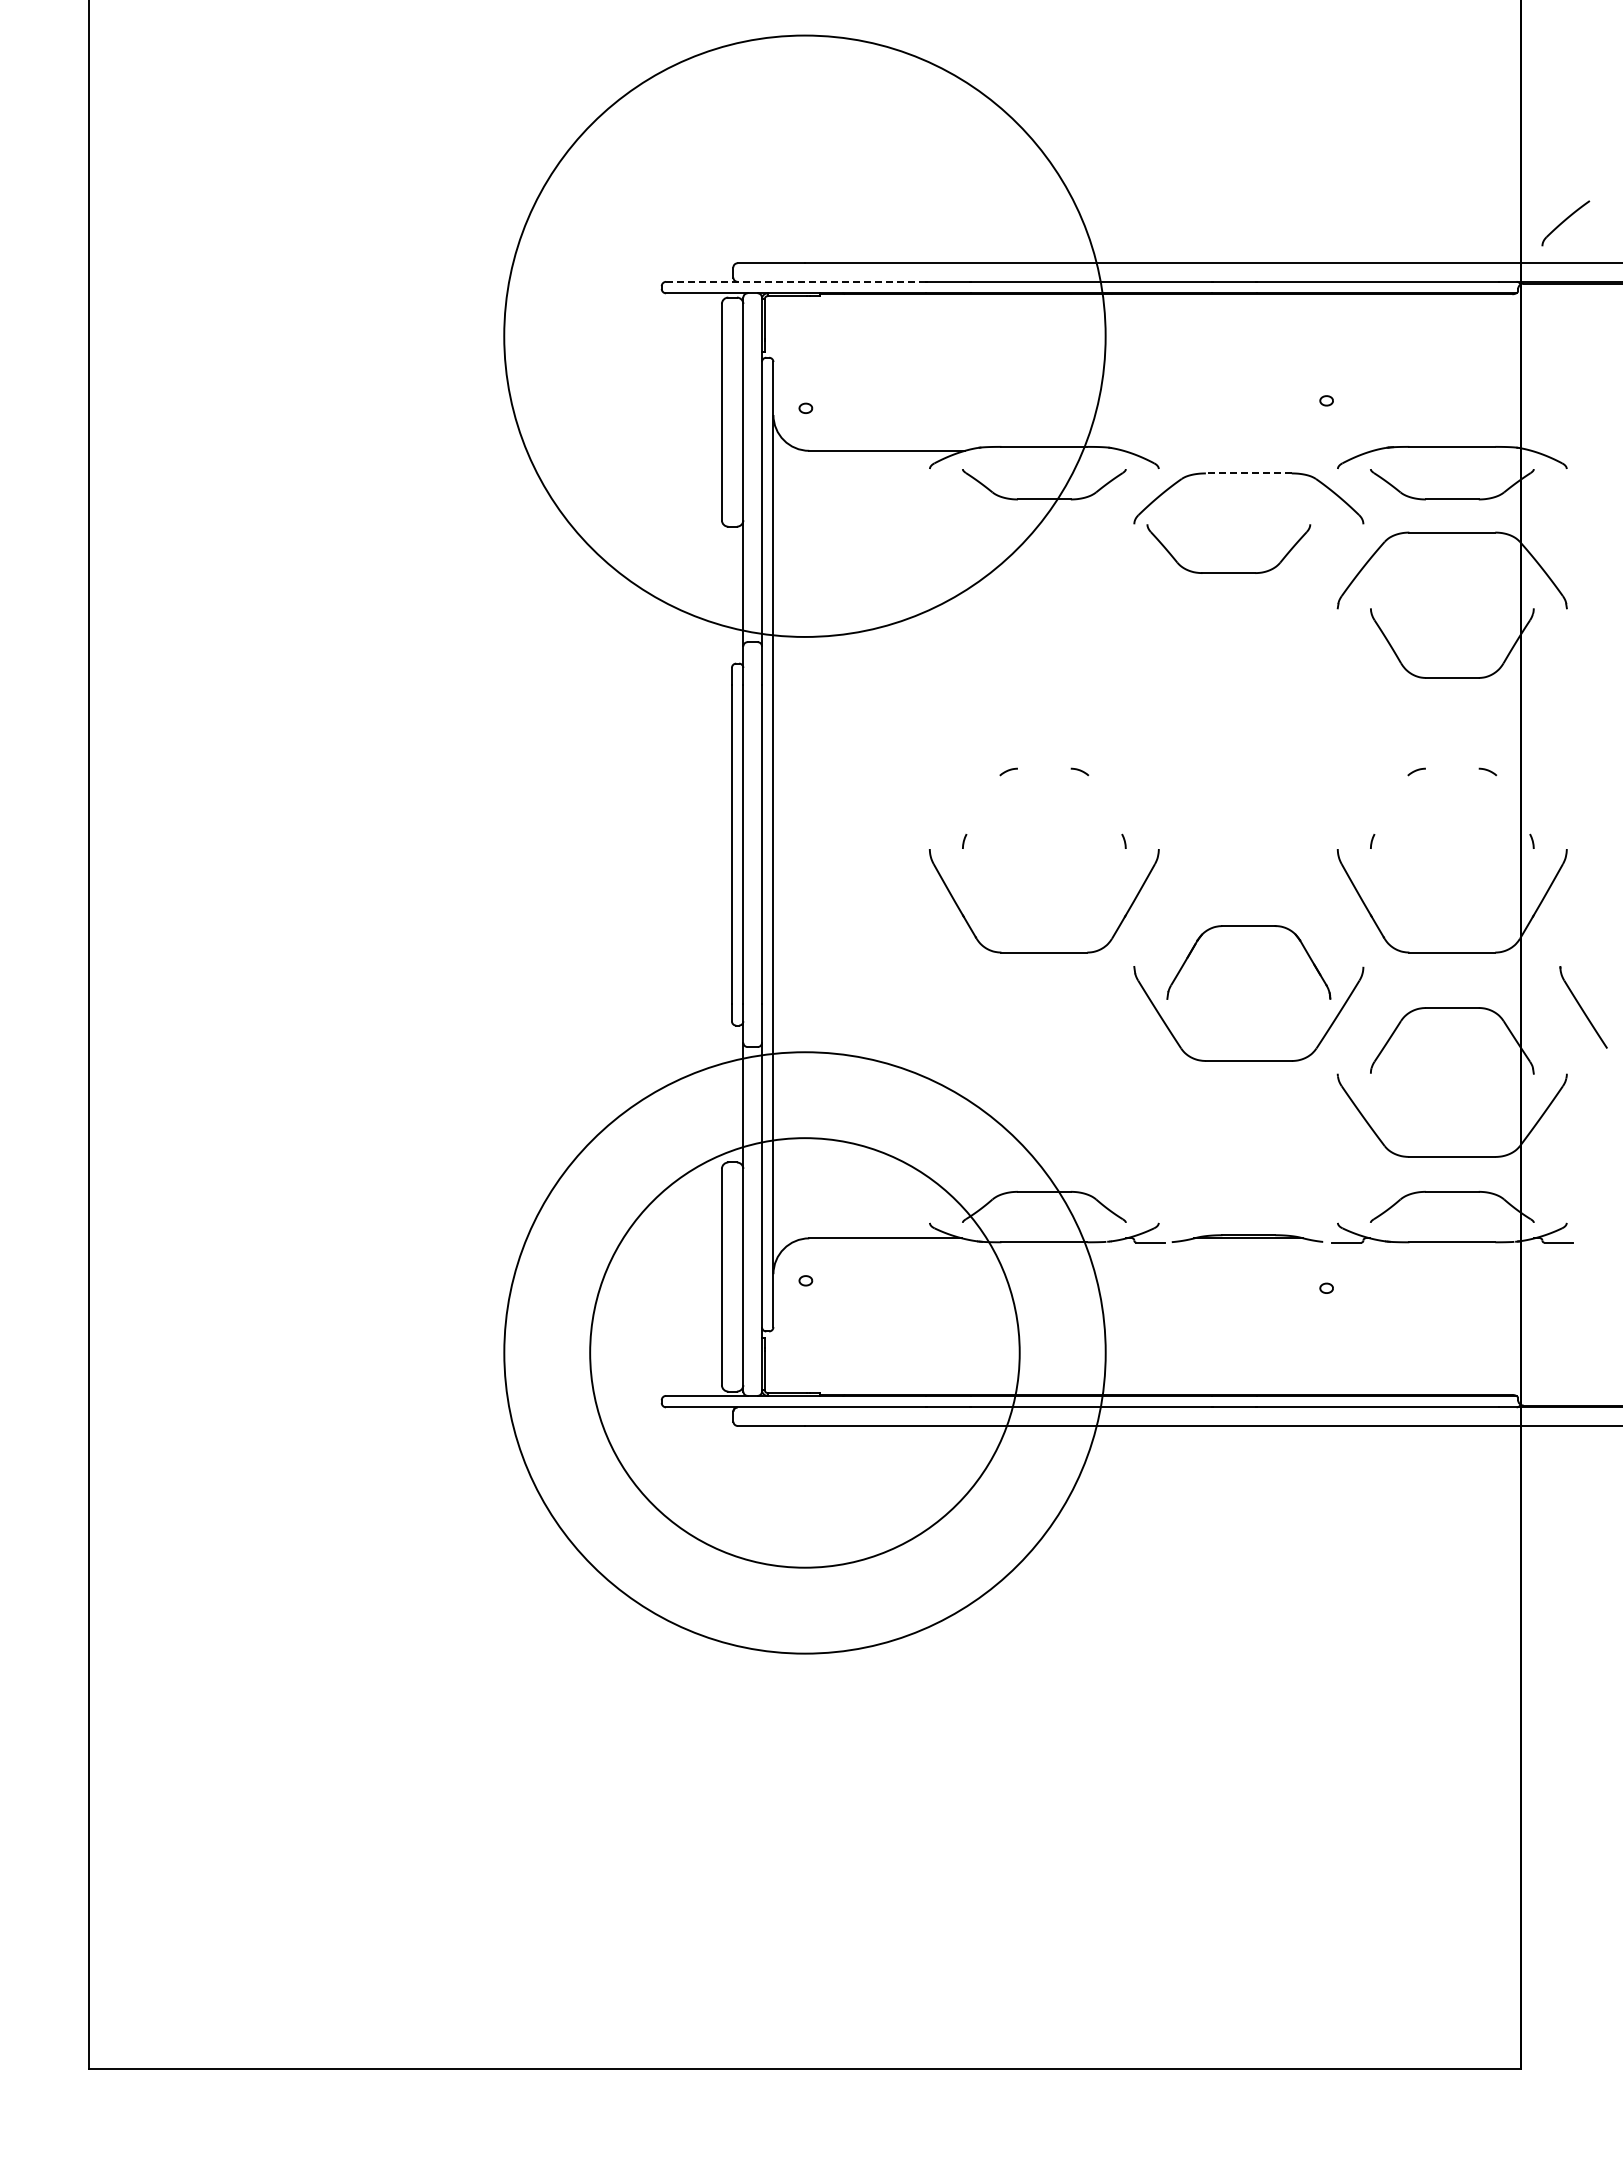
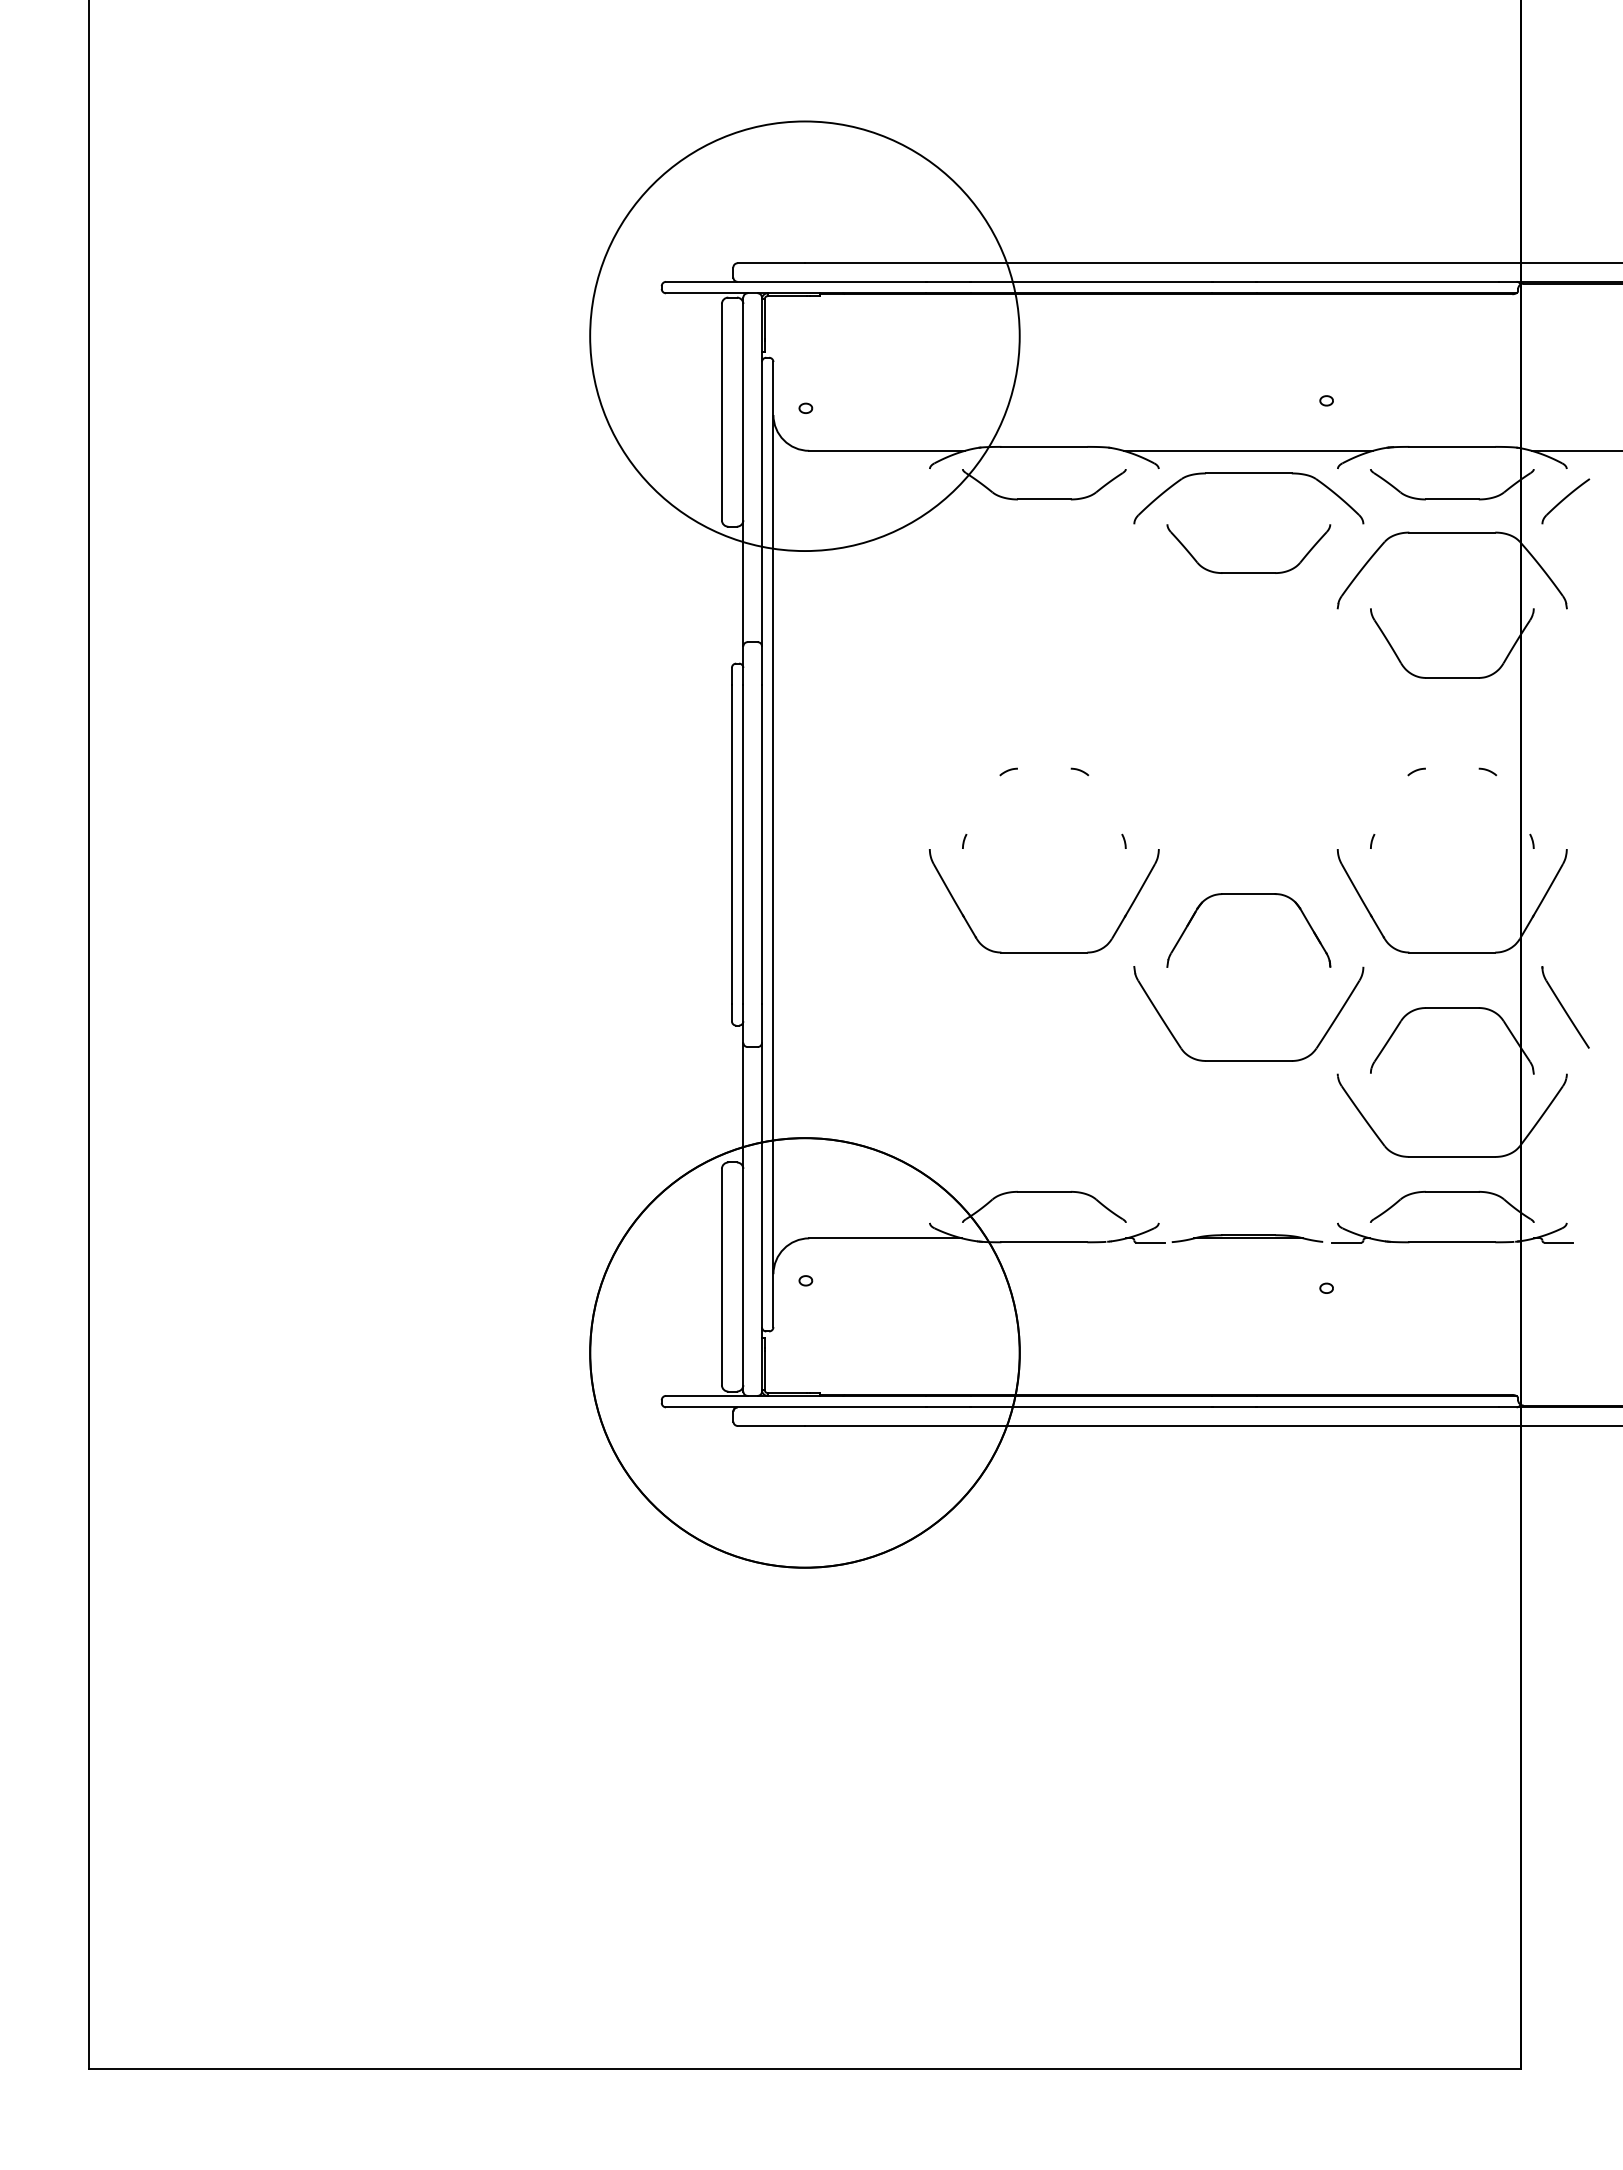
part at (1565, 223) position: (1565, 223) -> (1565, 501)
line at (795, 281): dashed -> solid
circle at (804, 335) diameter: 601 px -> 430 px
line at (1248, 450): none -> present
line at (1575, 450): none -> present
line at (1248, 473): dashed -> solid
part at (1228, 572) position: (1228, 572) -> (1248, 572)
part at (1248, 926) position: (1248, 926) -> (1248, 894)
part at (1583, 1007) position: (1583, 1007) -> (1565, 1007)
circle at (804, 1352) diameter: 601 px -> 430 px
